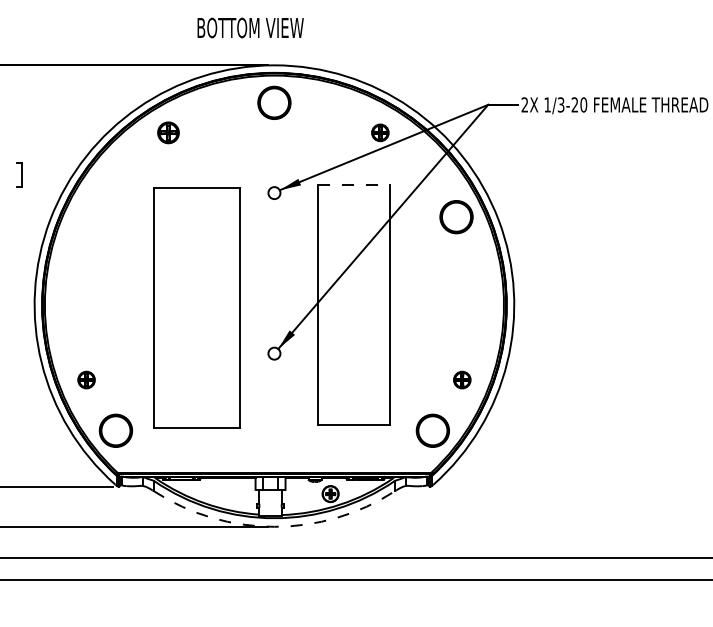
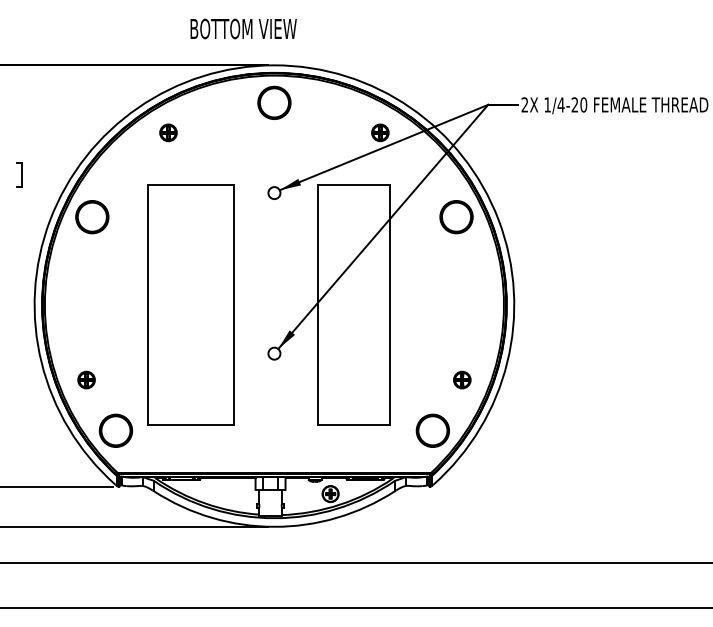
text at (250, 27) position: (250, 27) -> (243, 28)
text at (560, 104): 1/3-20 -> 1/4-20
part at (168, 132) size: 23x24 px -> 19x20 px
line at (354, 185): dashed -> solid
part at (92, 217): none -> present
part at (196, 307) position: (196, 307) -> (190, 304)
arc at (274, 526): dashed -> solid
line at (355, 558) position: (355, 558) -> (355, 563)
line at (355, 580) position: (355, 580) -> (355, 608)
